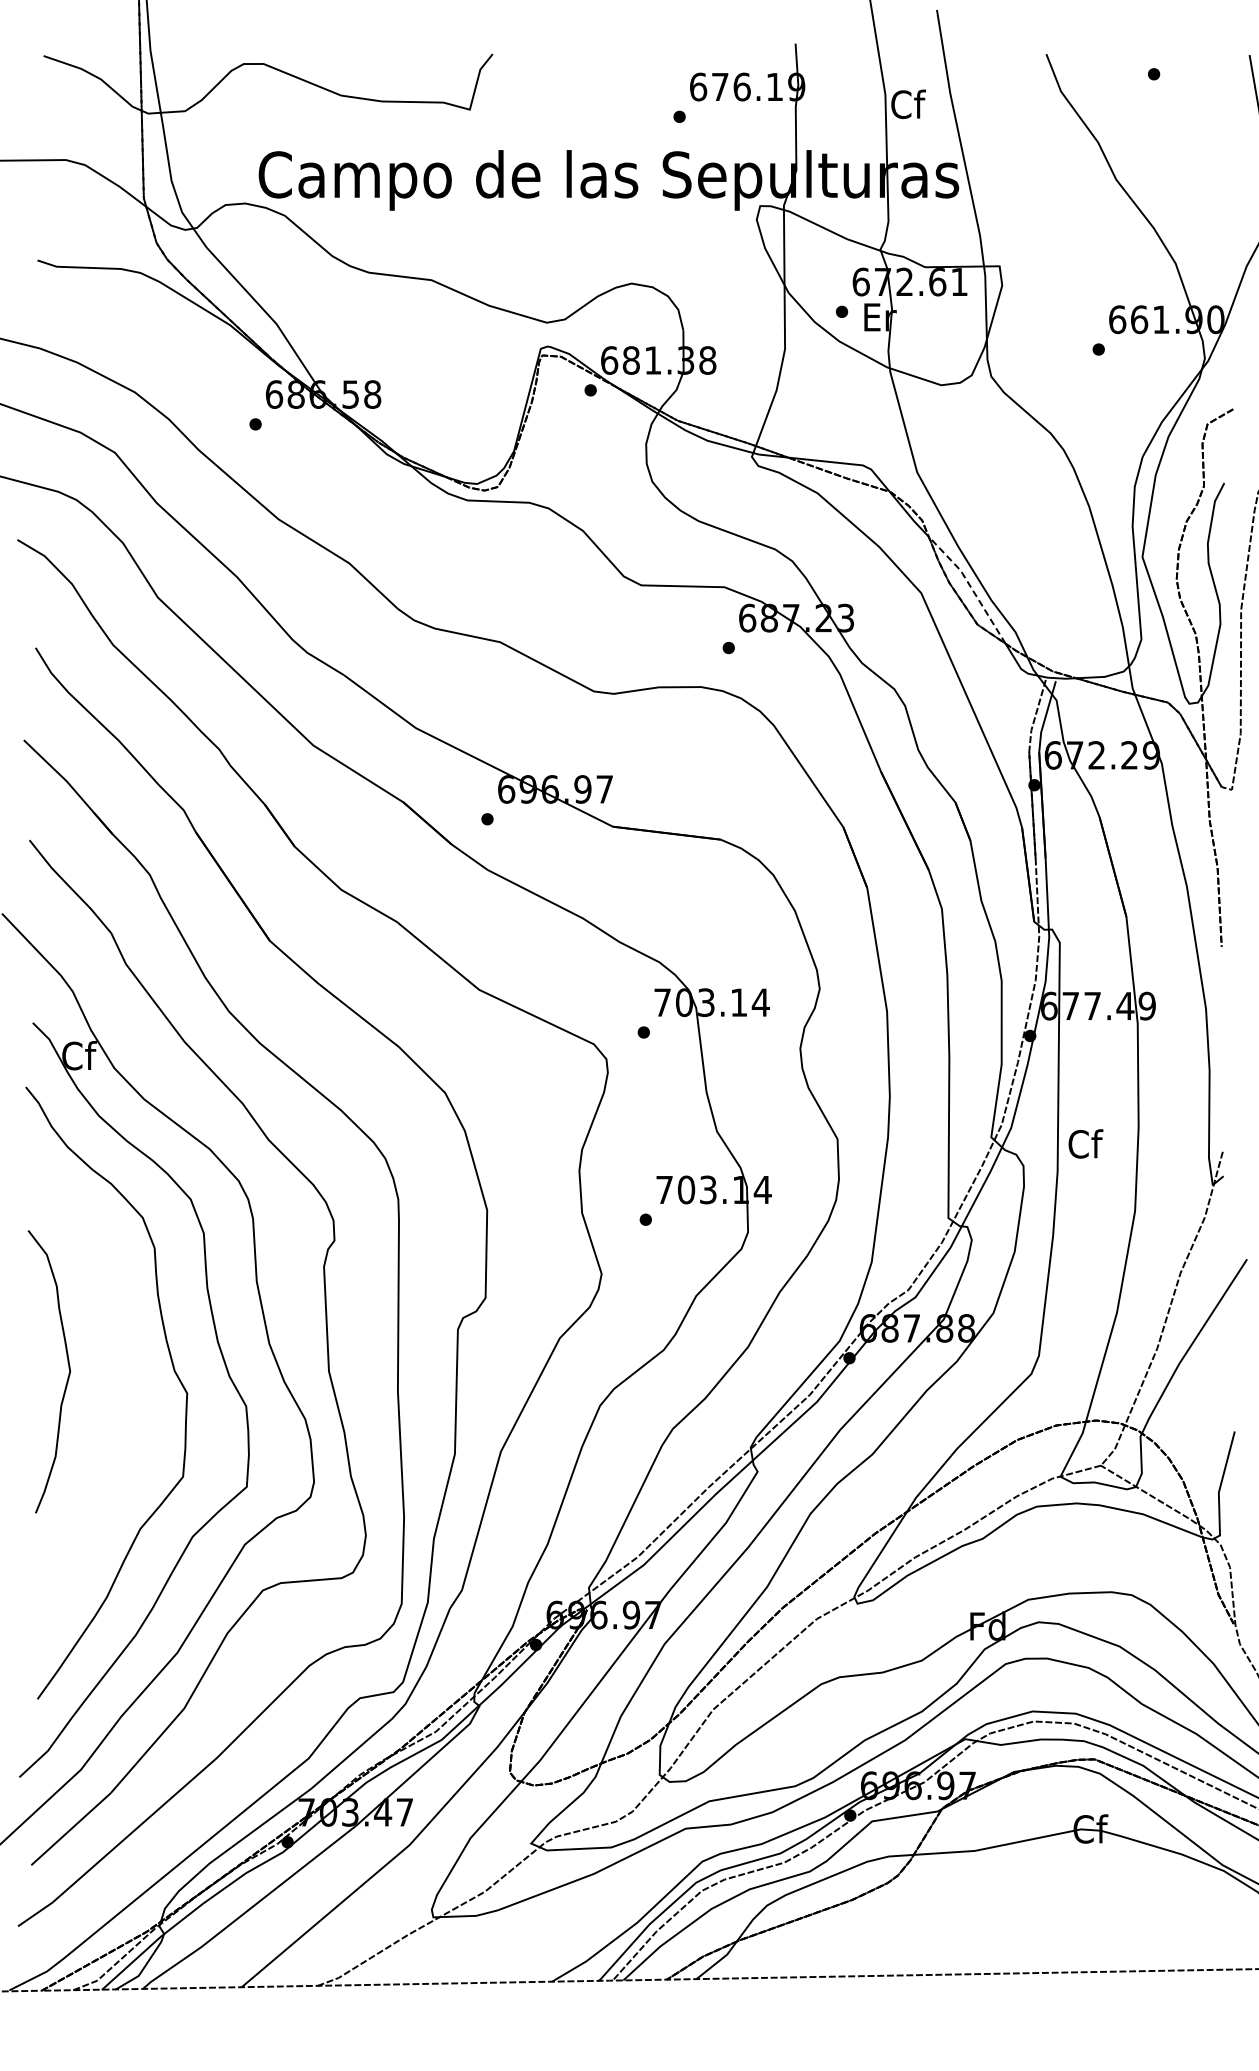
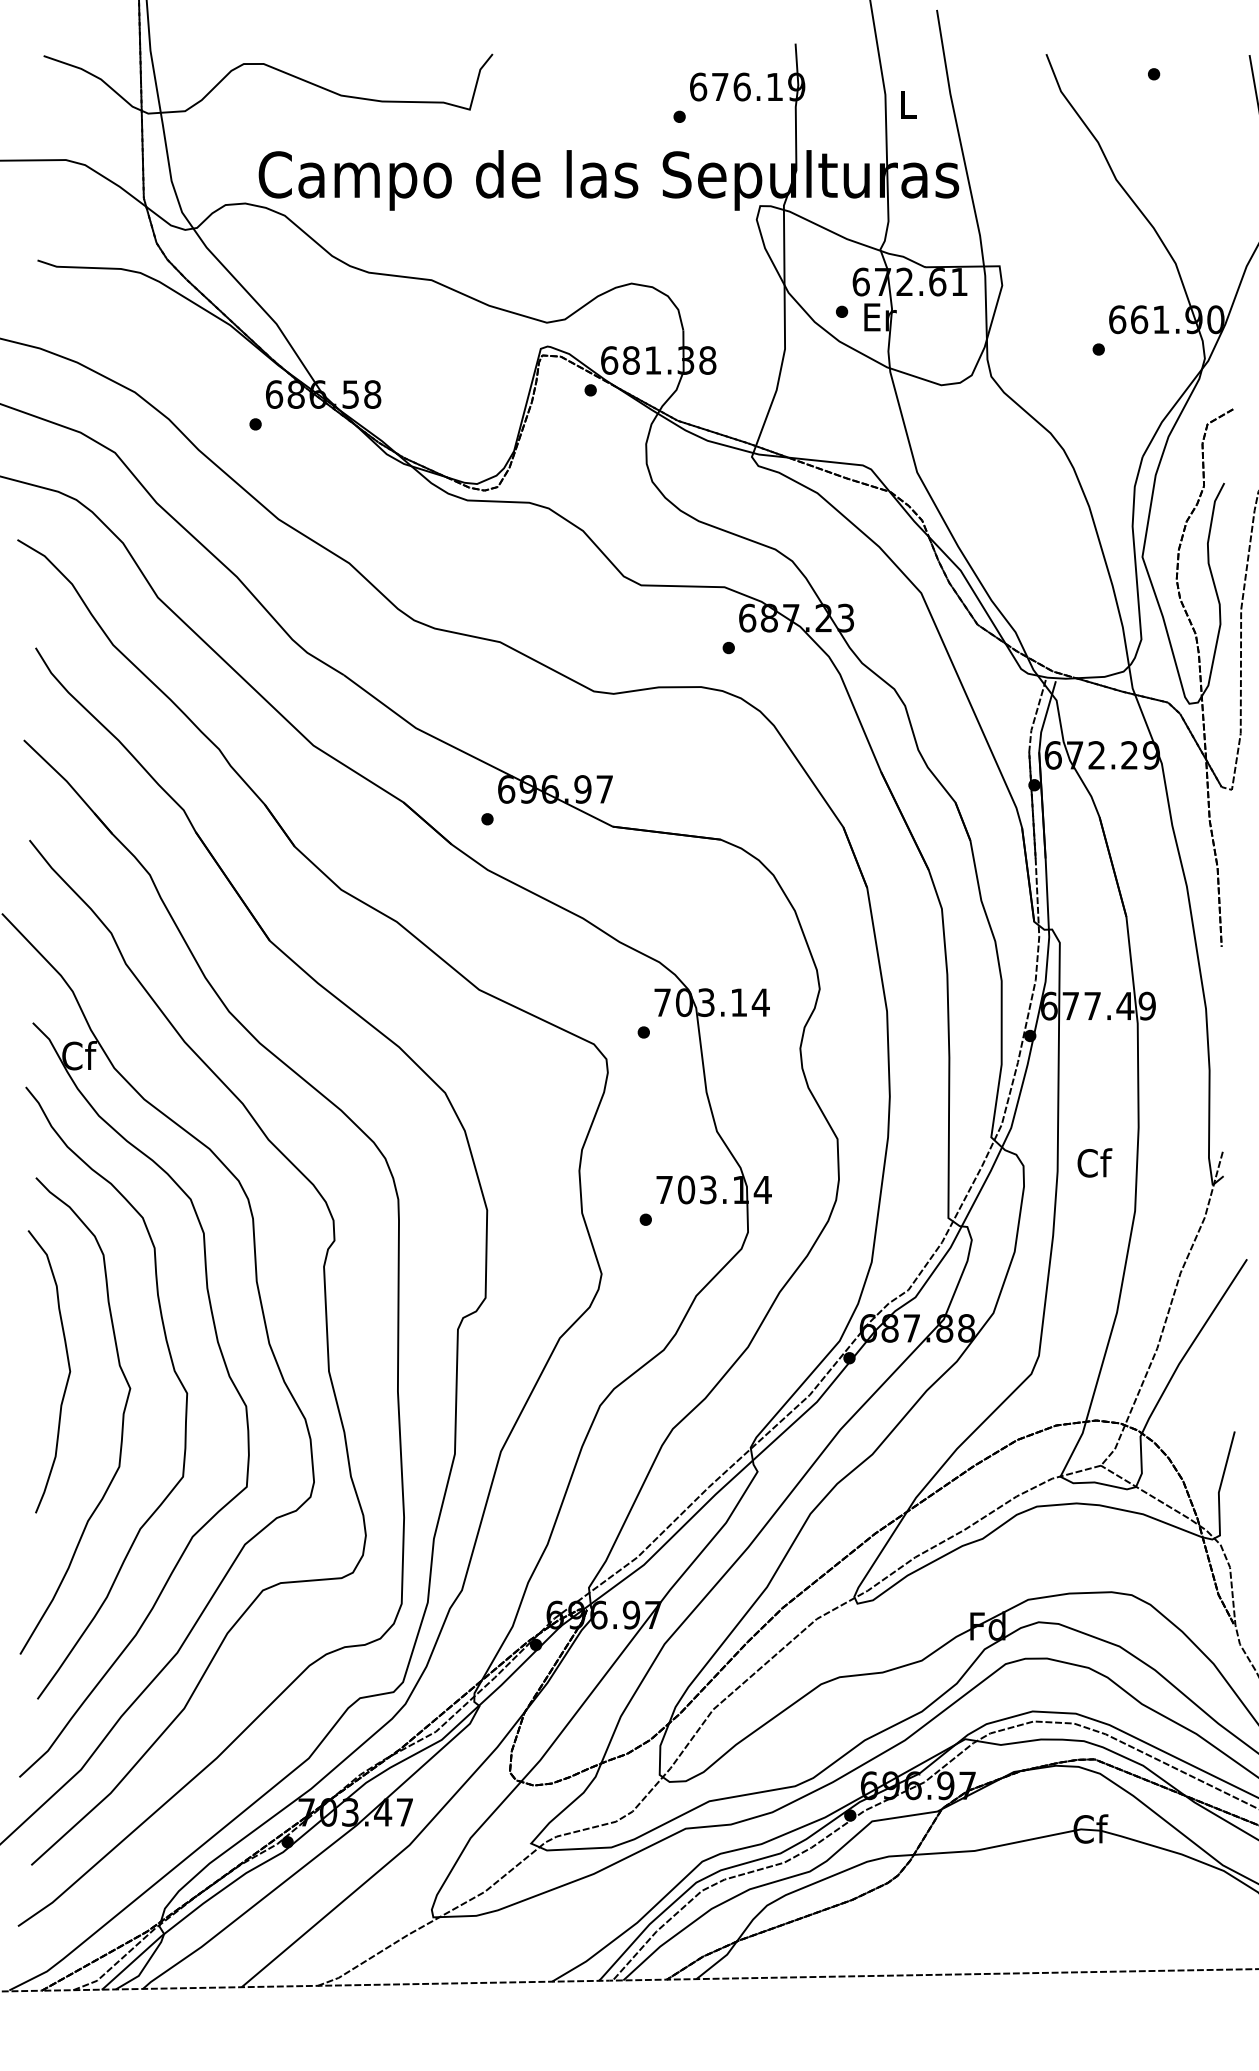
text at (908, 104): Cf -> L
line at (970, 586): dashed -> solid
text at (1085, 1143) position: (1085, 1143) -> (1094, 1162)
curve at (122, 1415): none -> present
